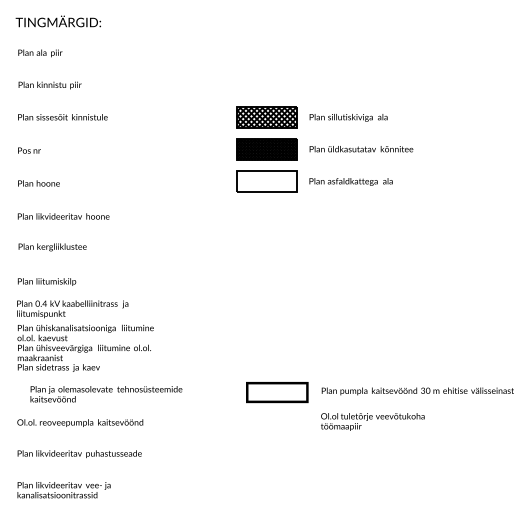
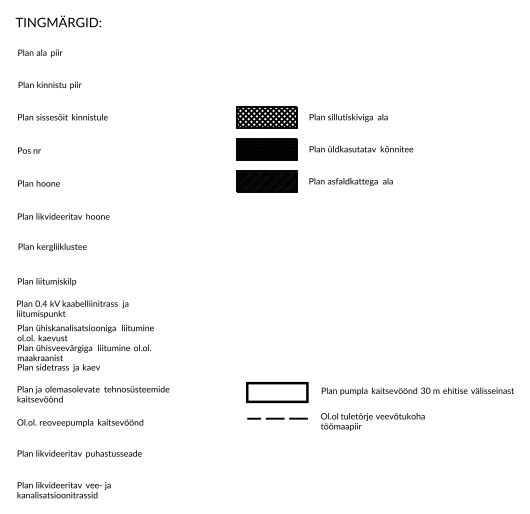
hatch at (266, 181): none -> present
text at (106, 394) position: (106, 394) -> (93, 394)
line at (277, 418): none -> present
